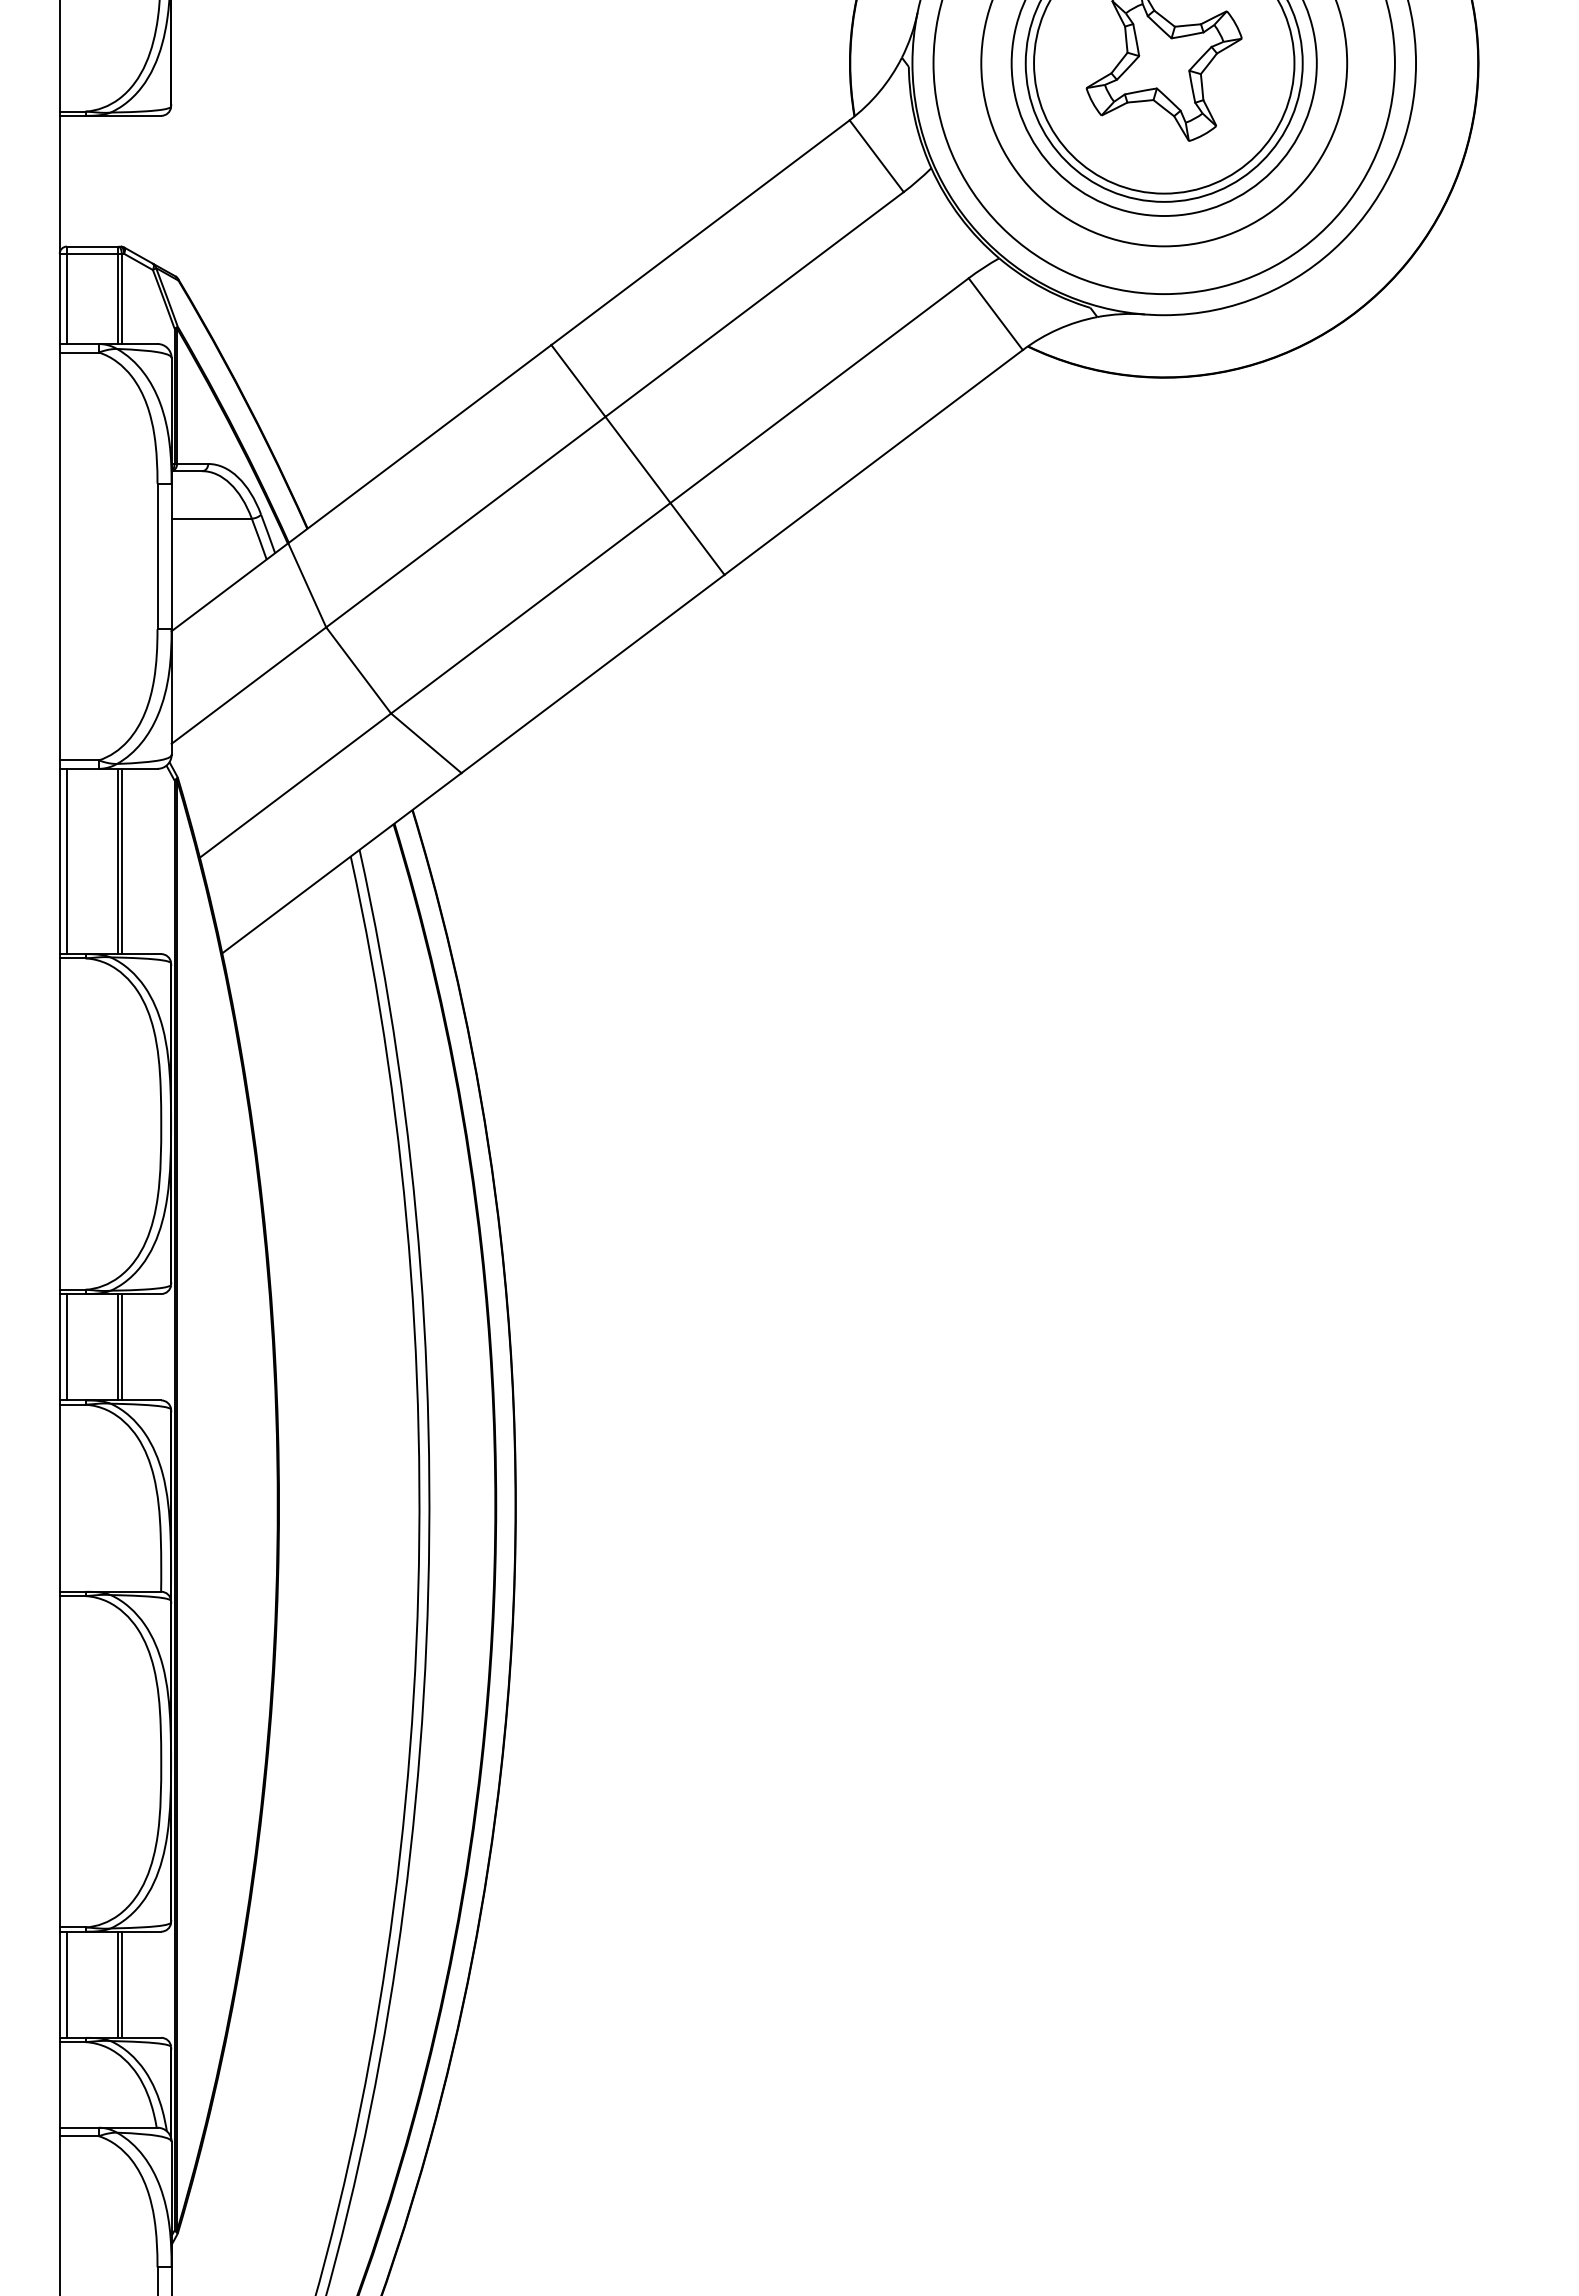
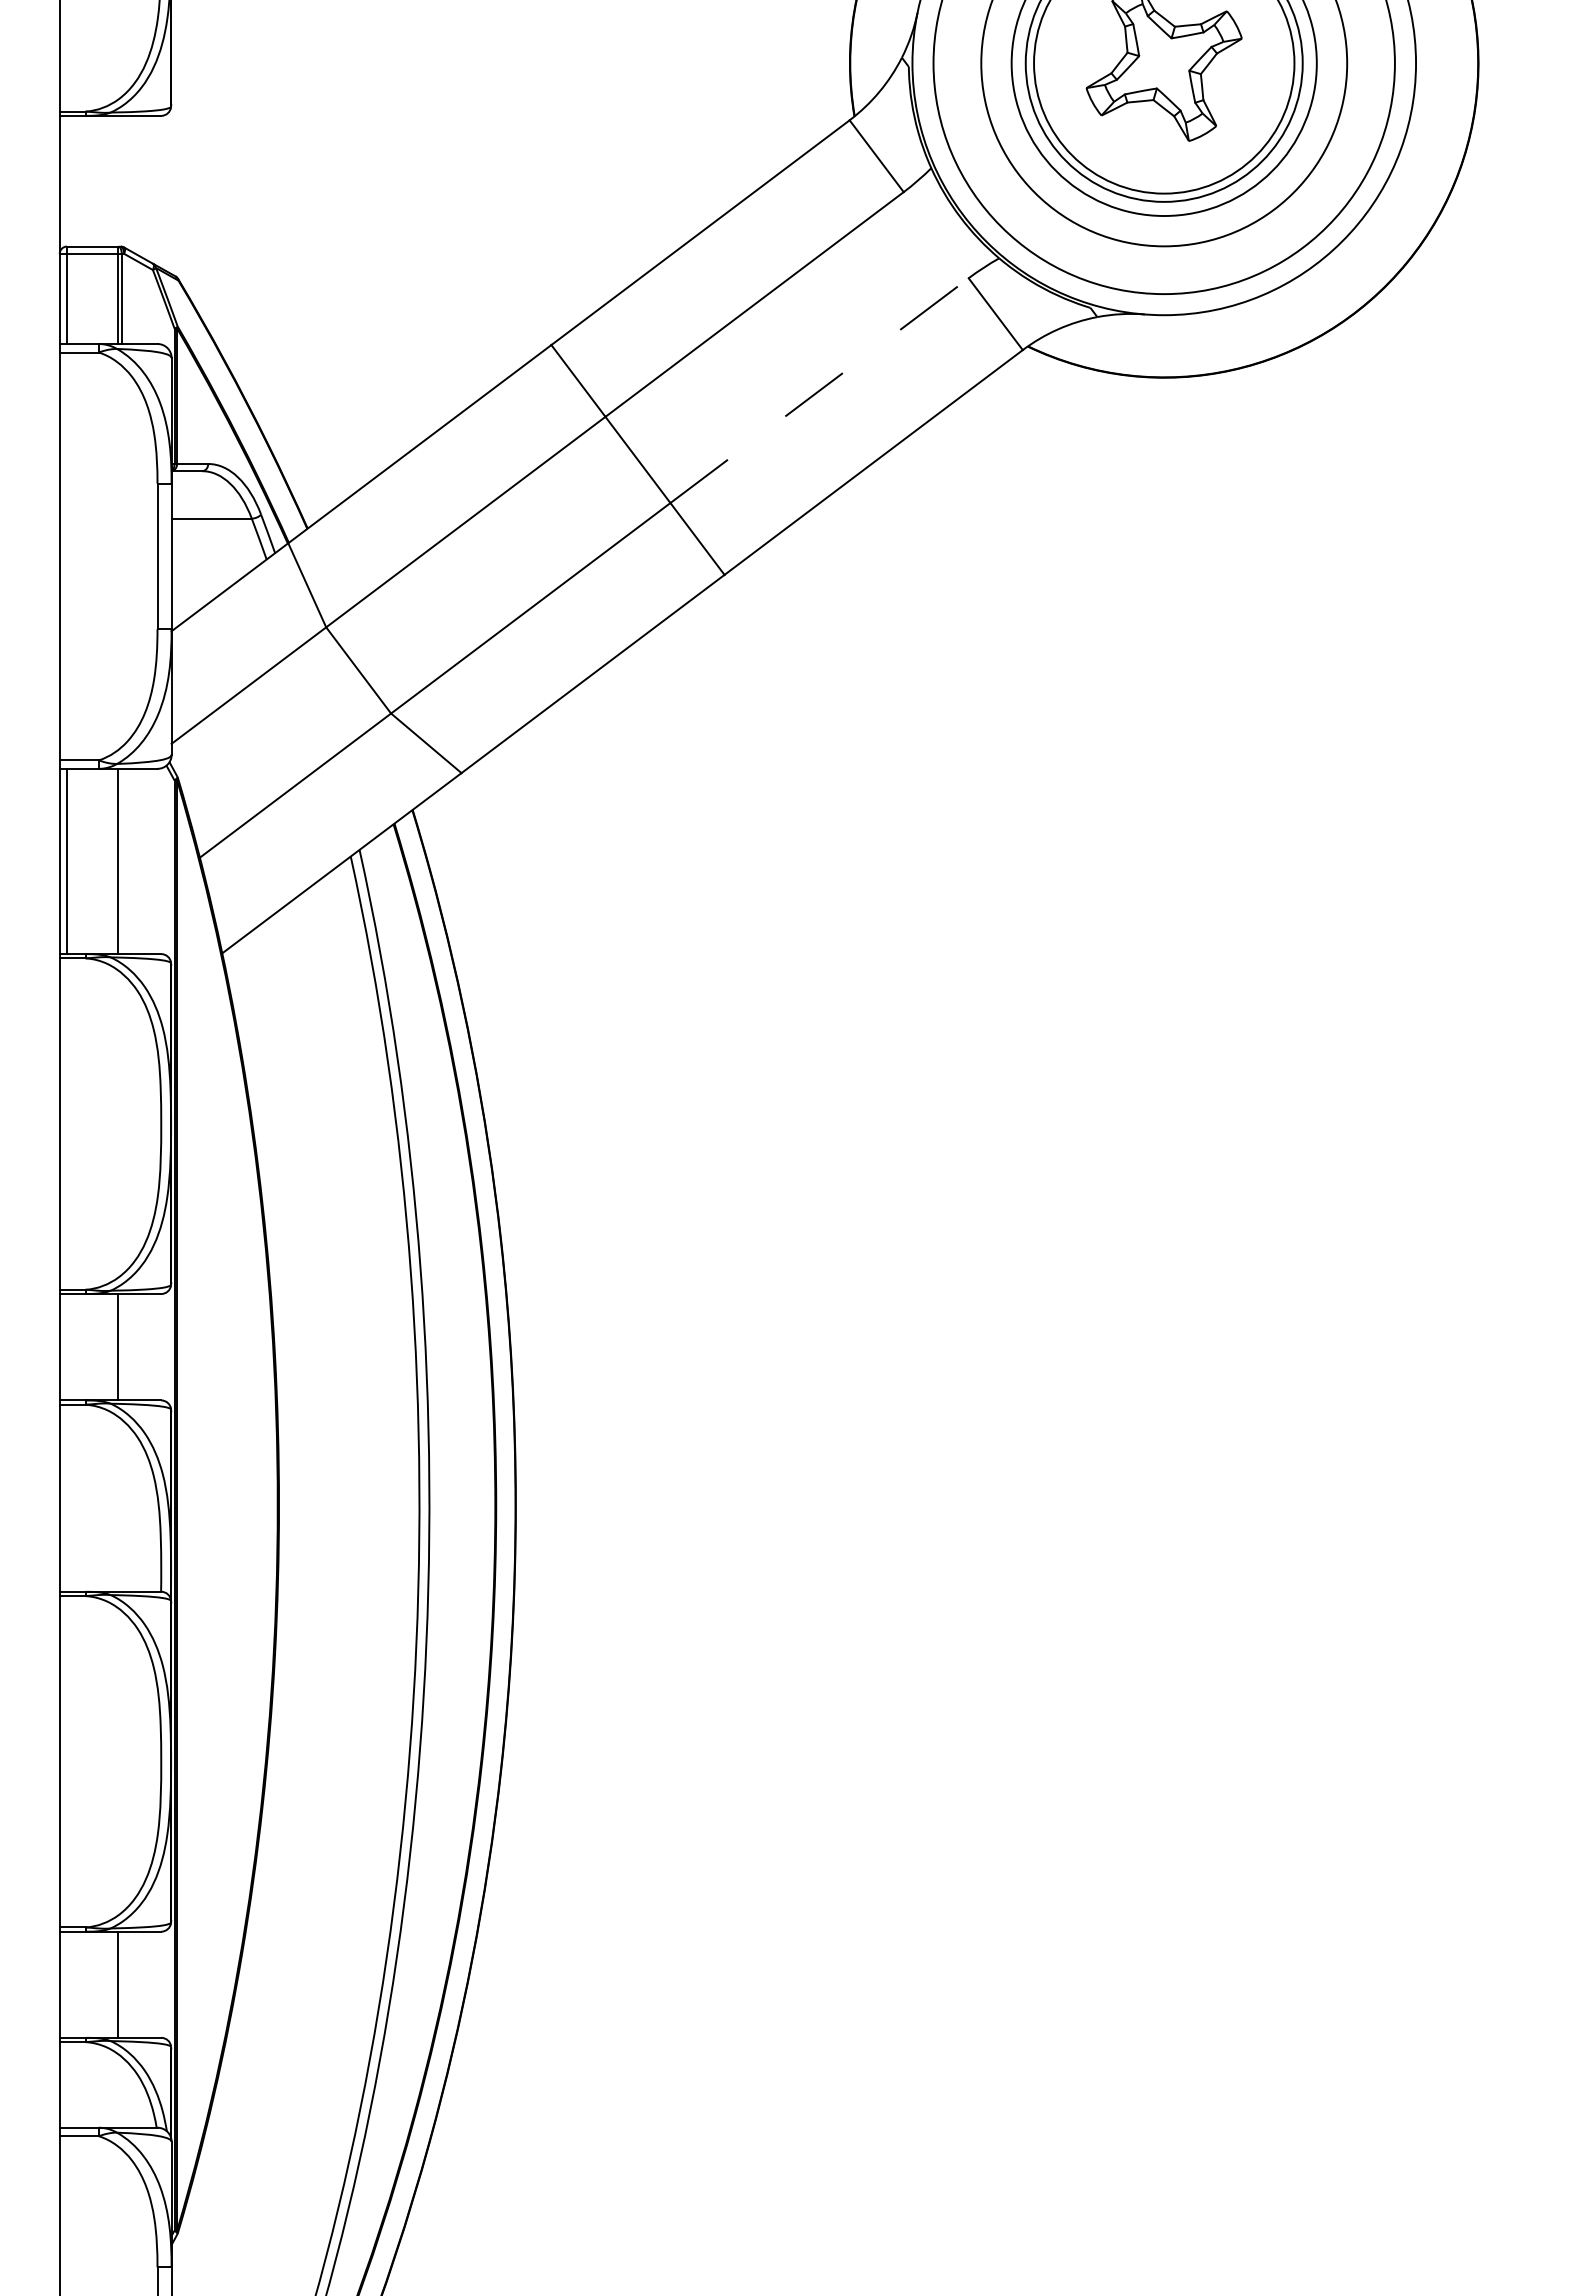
line at (819, 390): solid -> dashed
line at (121, 861): present -> none
line at (66, 1347): present -> none
line at (121, 1347): present -> none
line at (66, 1984): present -> none
line at (121, 1984): present -> none
